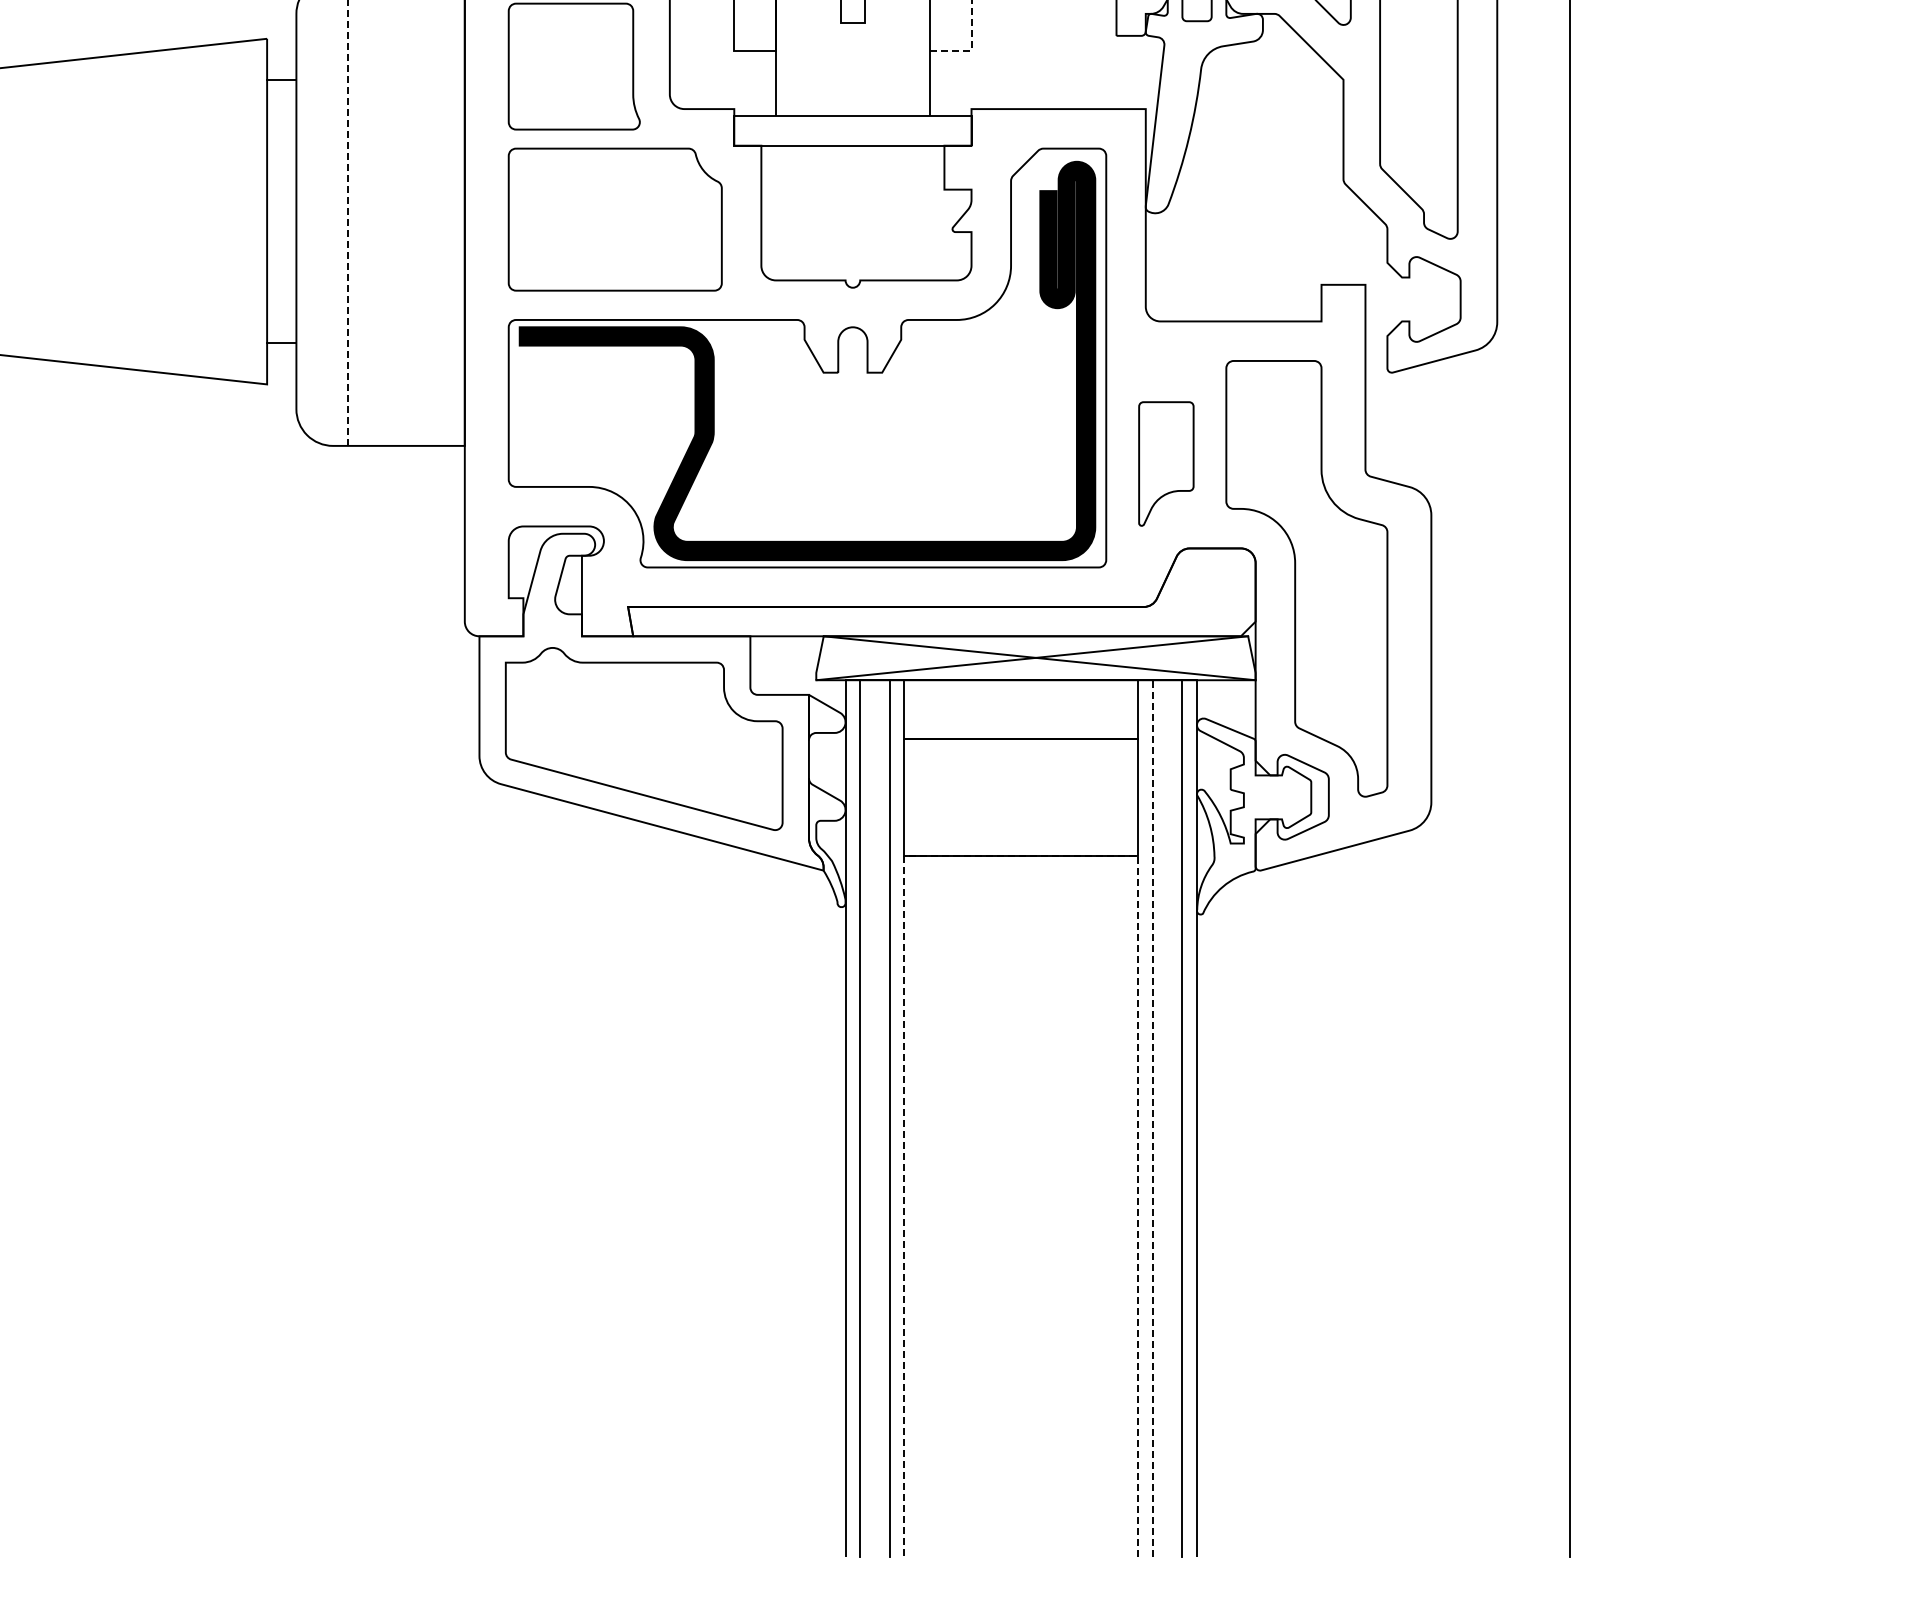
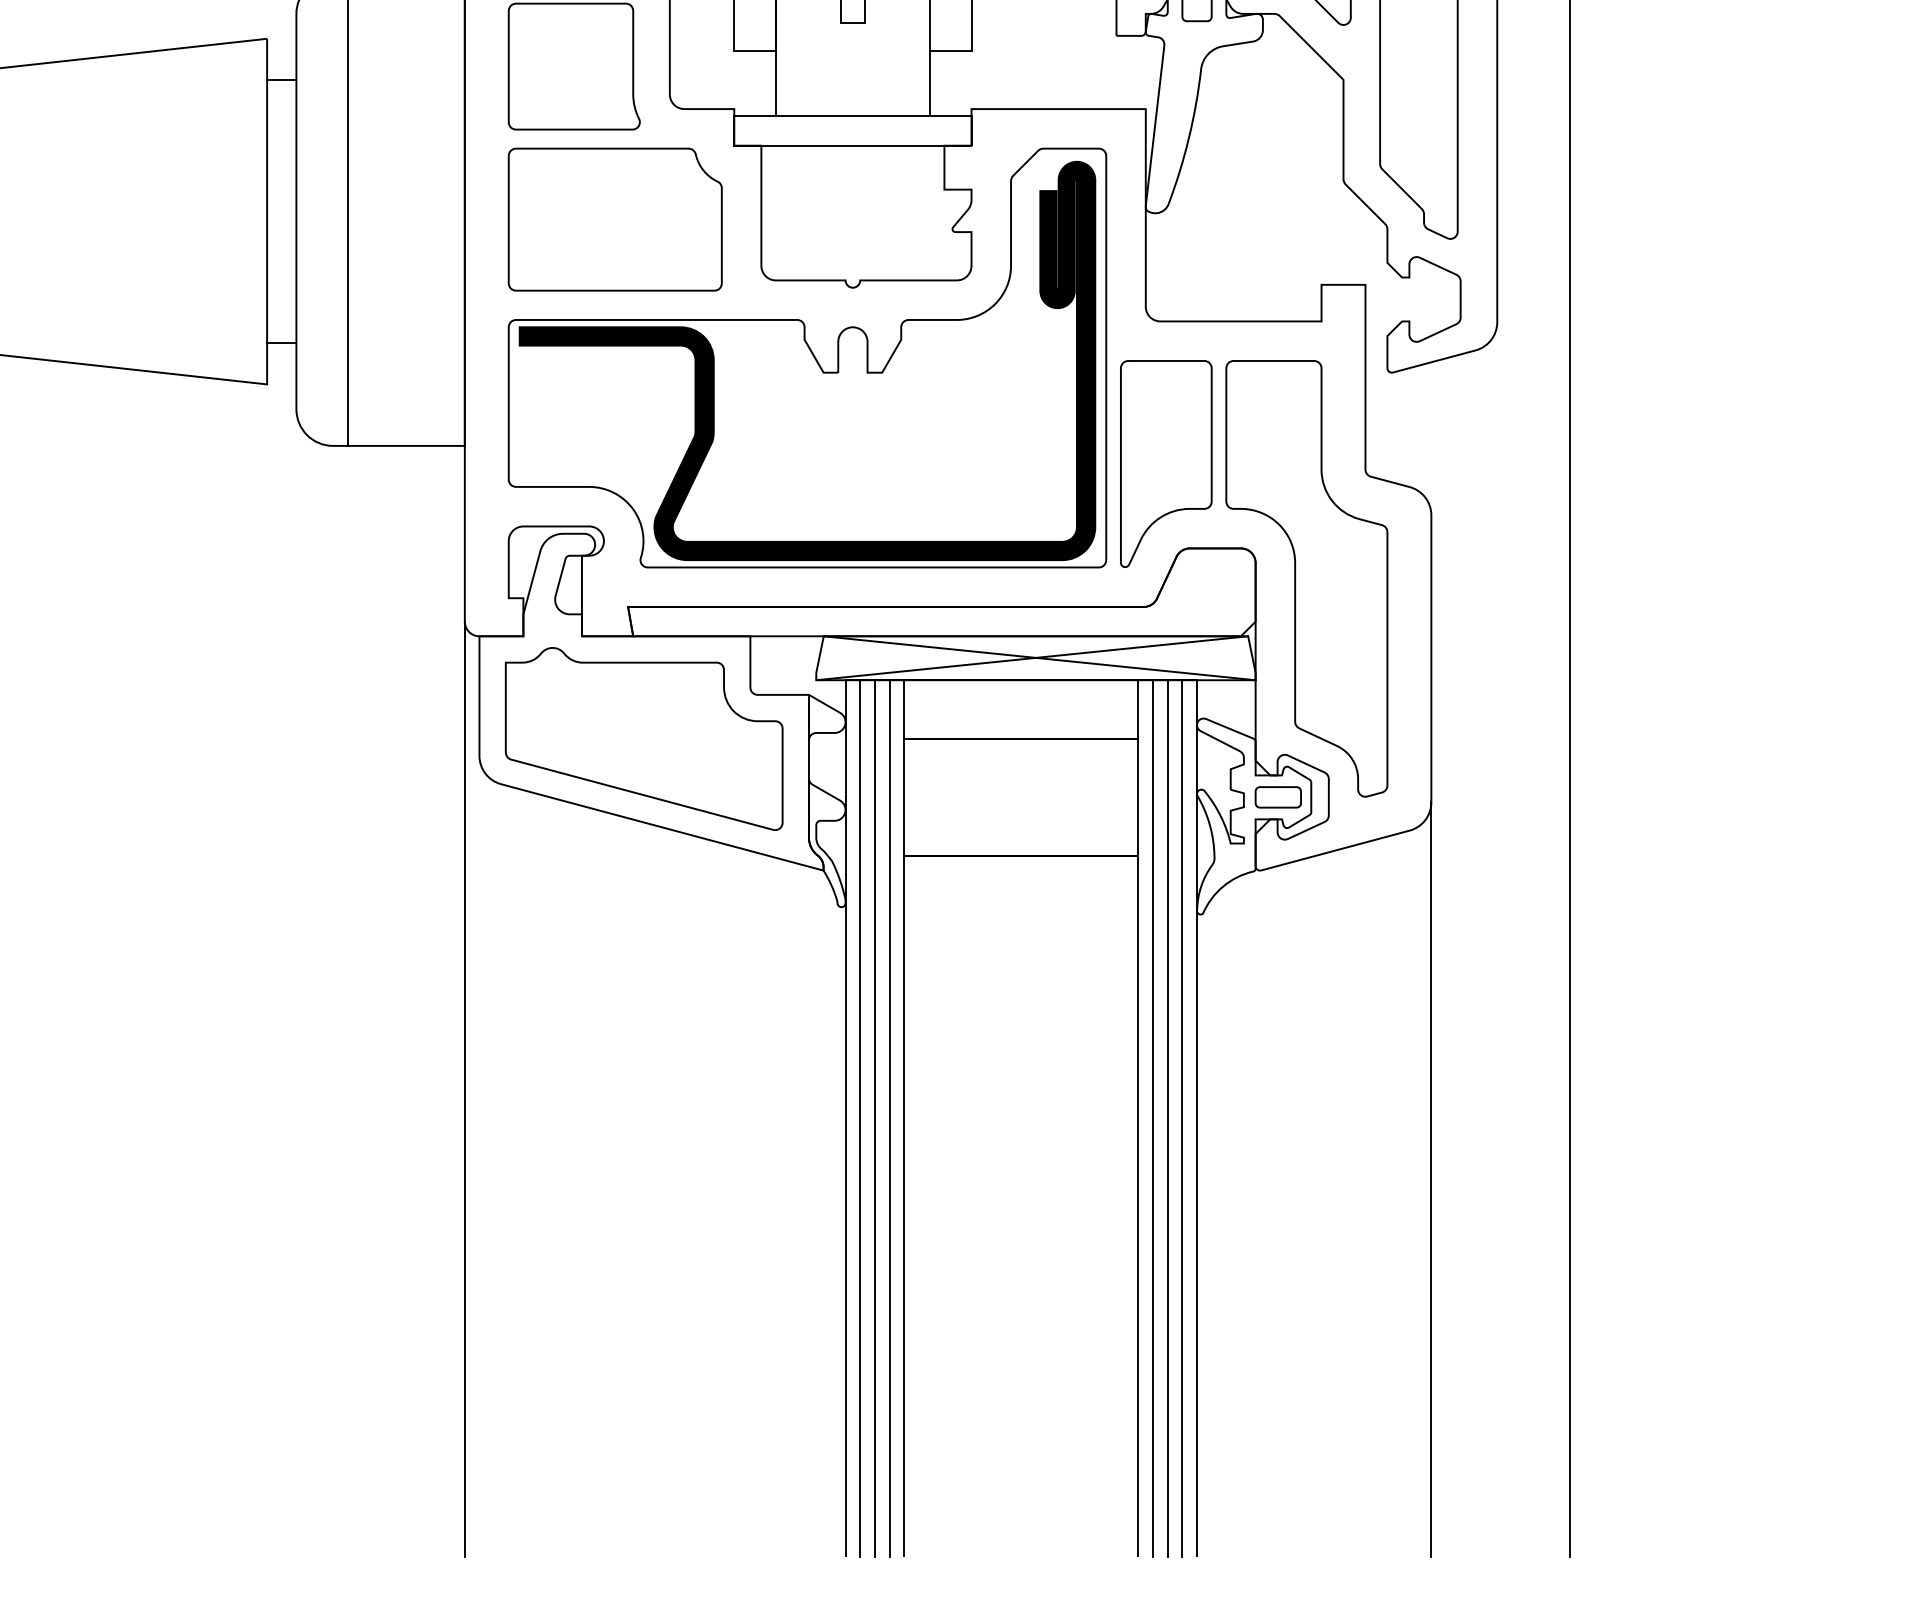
line at (971, 46): dashed -> solid
line at (347, 223): dashed -> solid
part at (1166, 463) size: 57x126 px -> 93x208 px
part at (1277, 797): none -> present
line at (1020, 855): dashed -> solid
line at (464, 1089): none -> present
line at (874, 1118): none -> present
line at (1153, 1118): dashed -> solid
line at (1167, 1118): none -> present
line at (1431, 1179): none -> present
